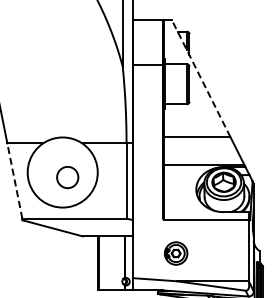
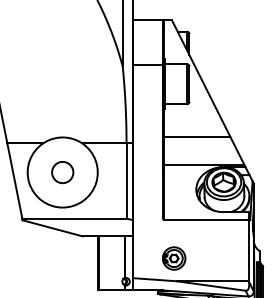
line at (200, 78): dashed -> solid
circle at (67, 177) position: (67, 177) -> (62, 172)
line at (14, 180): dashed -> solid
part at (176, 253) position: (176, 253) -> (174, 258)
